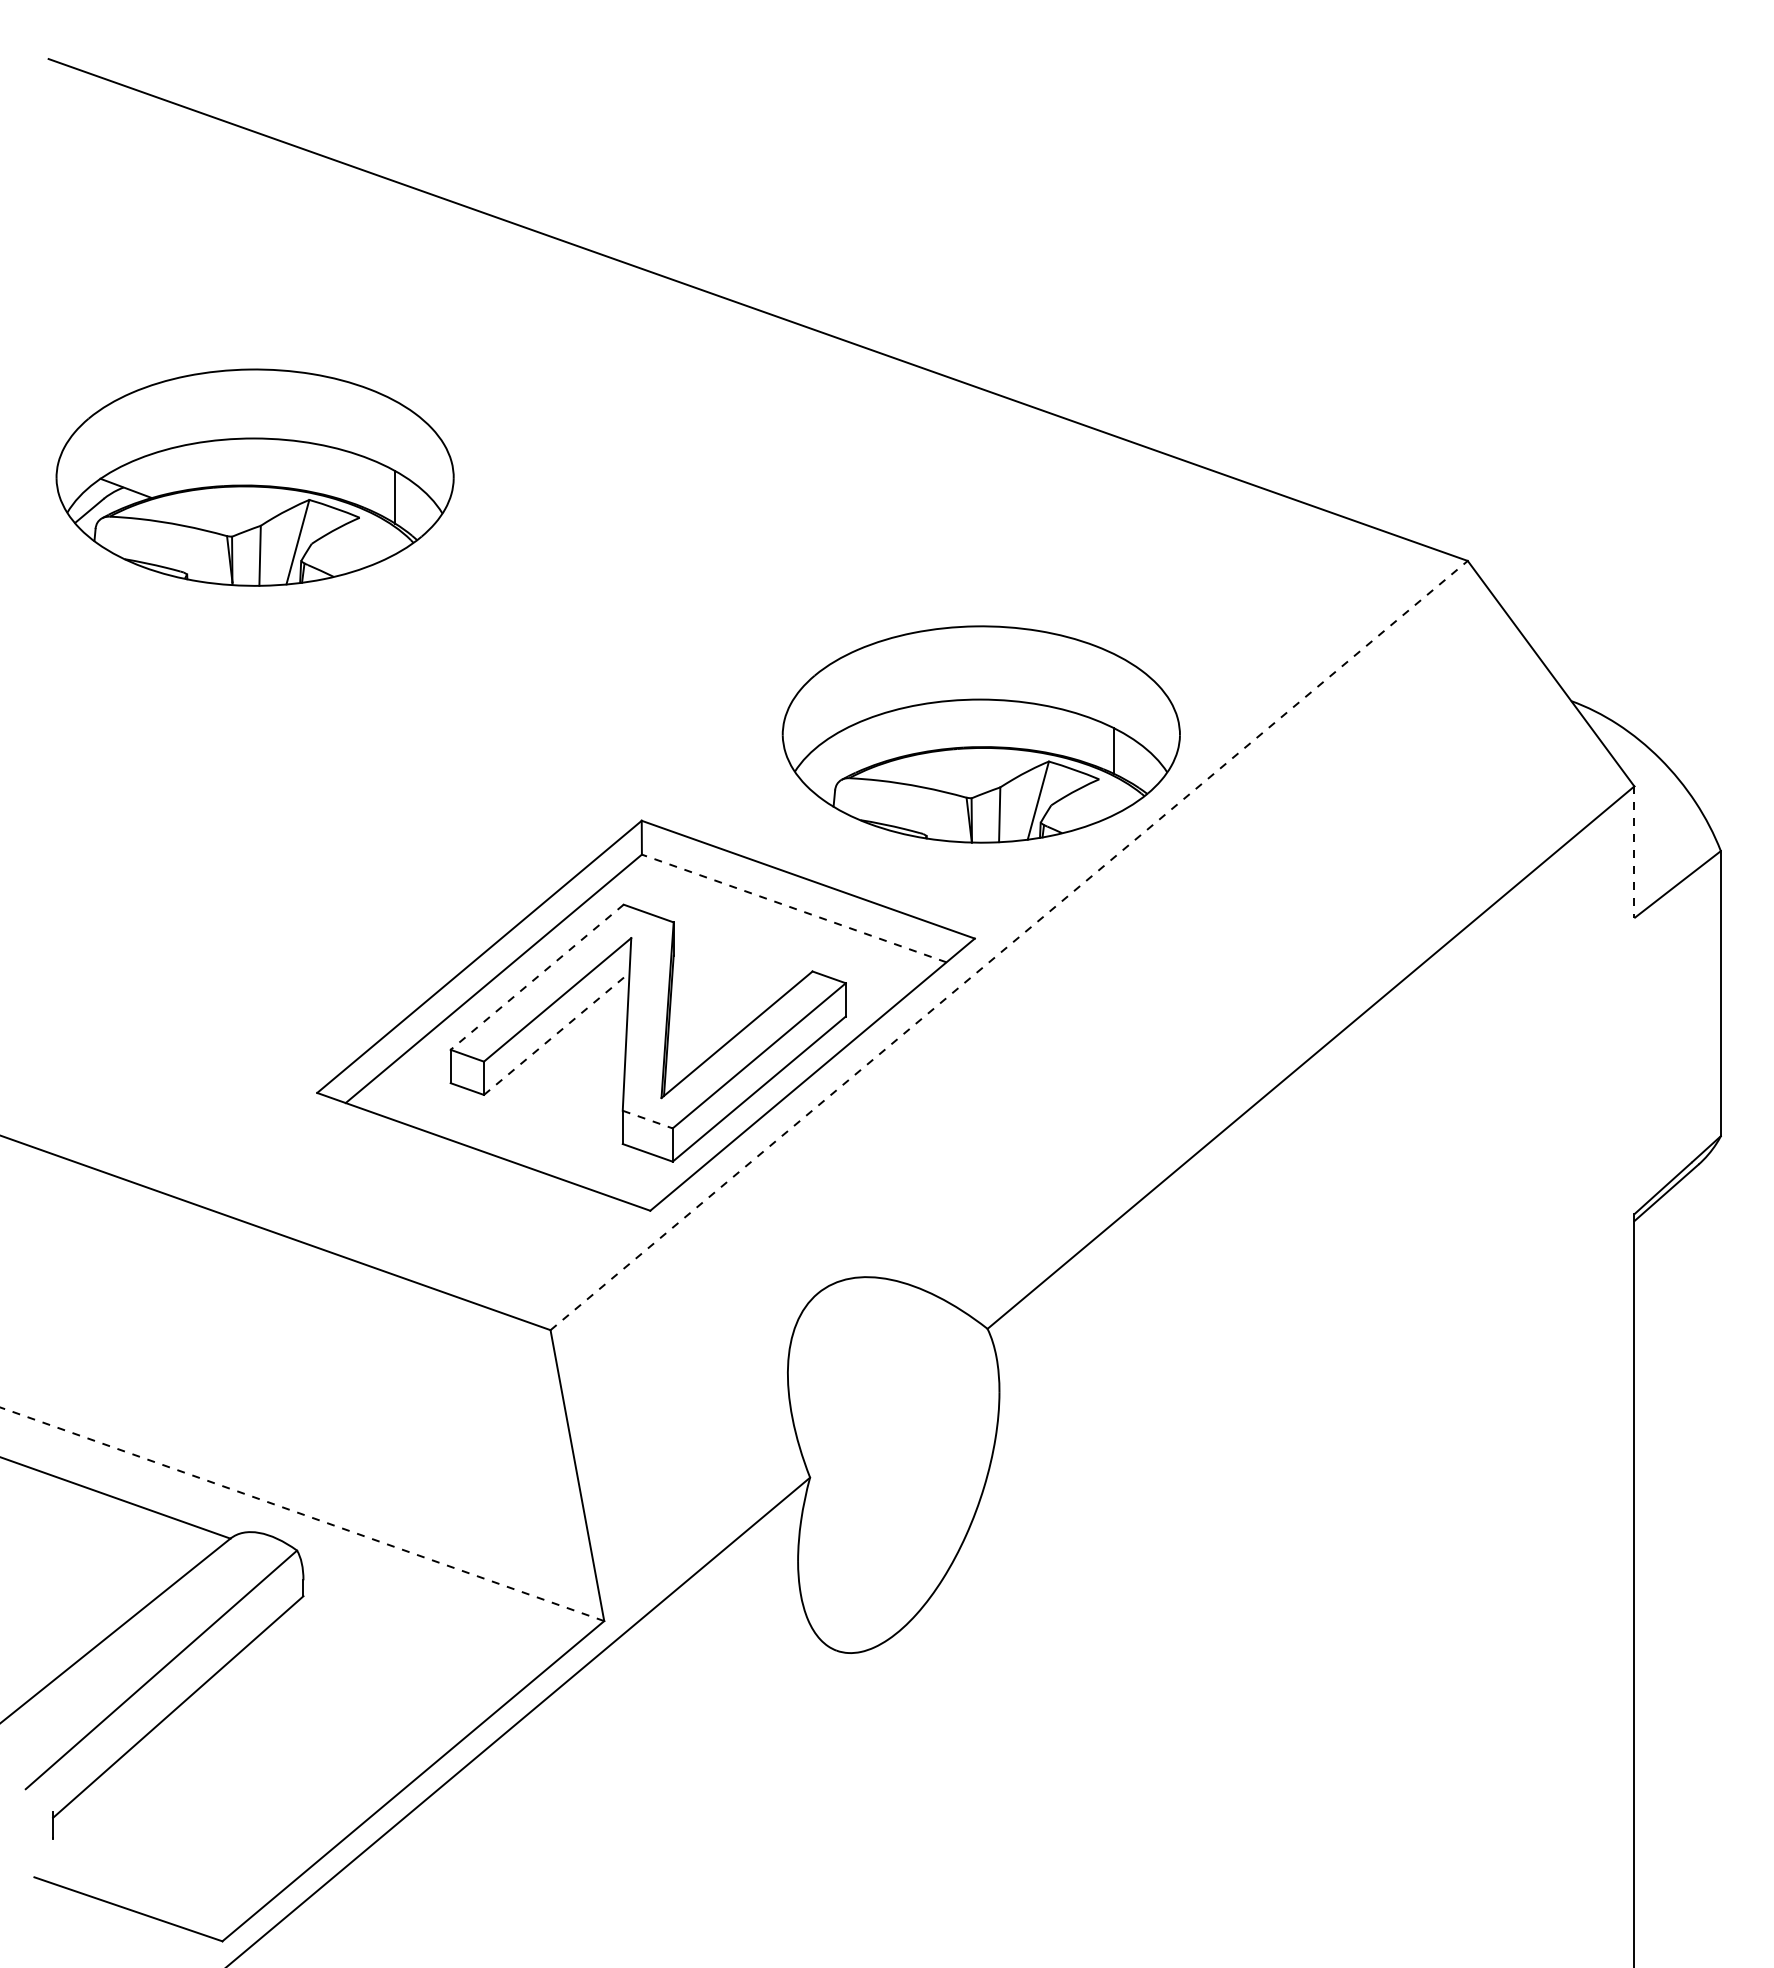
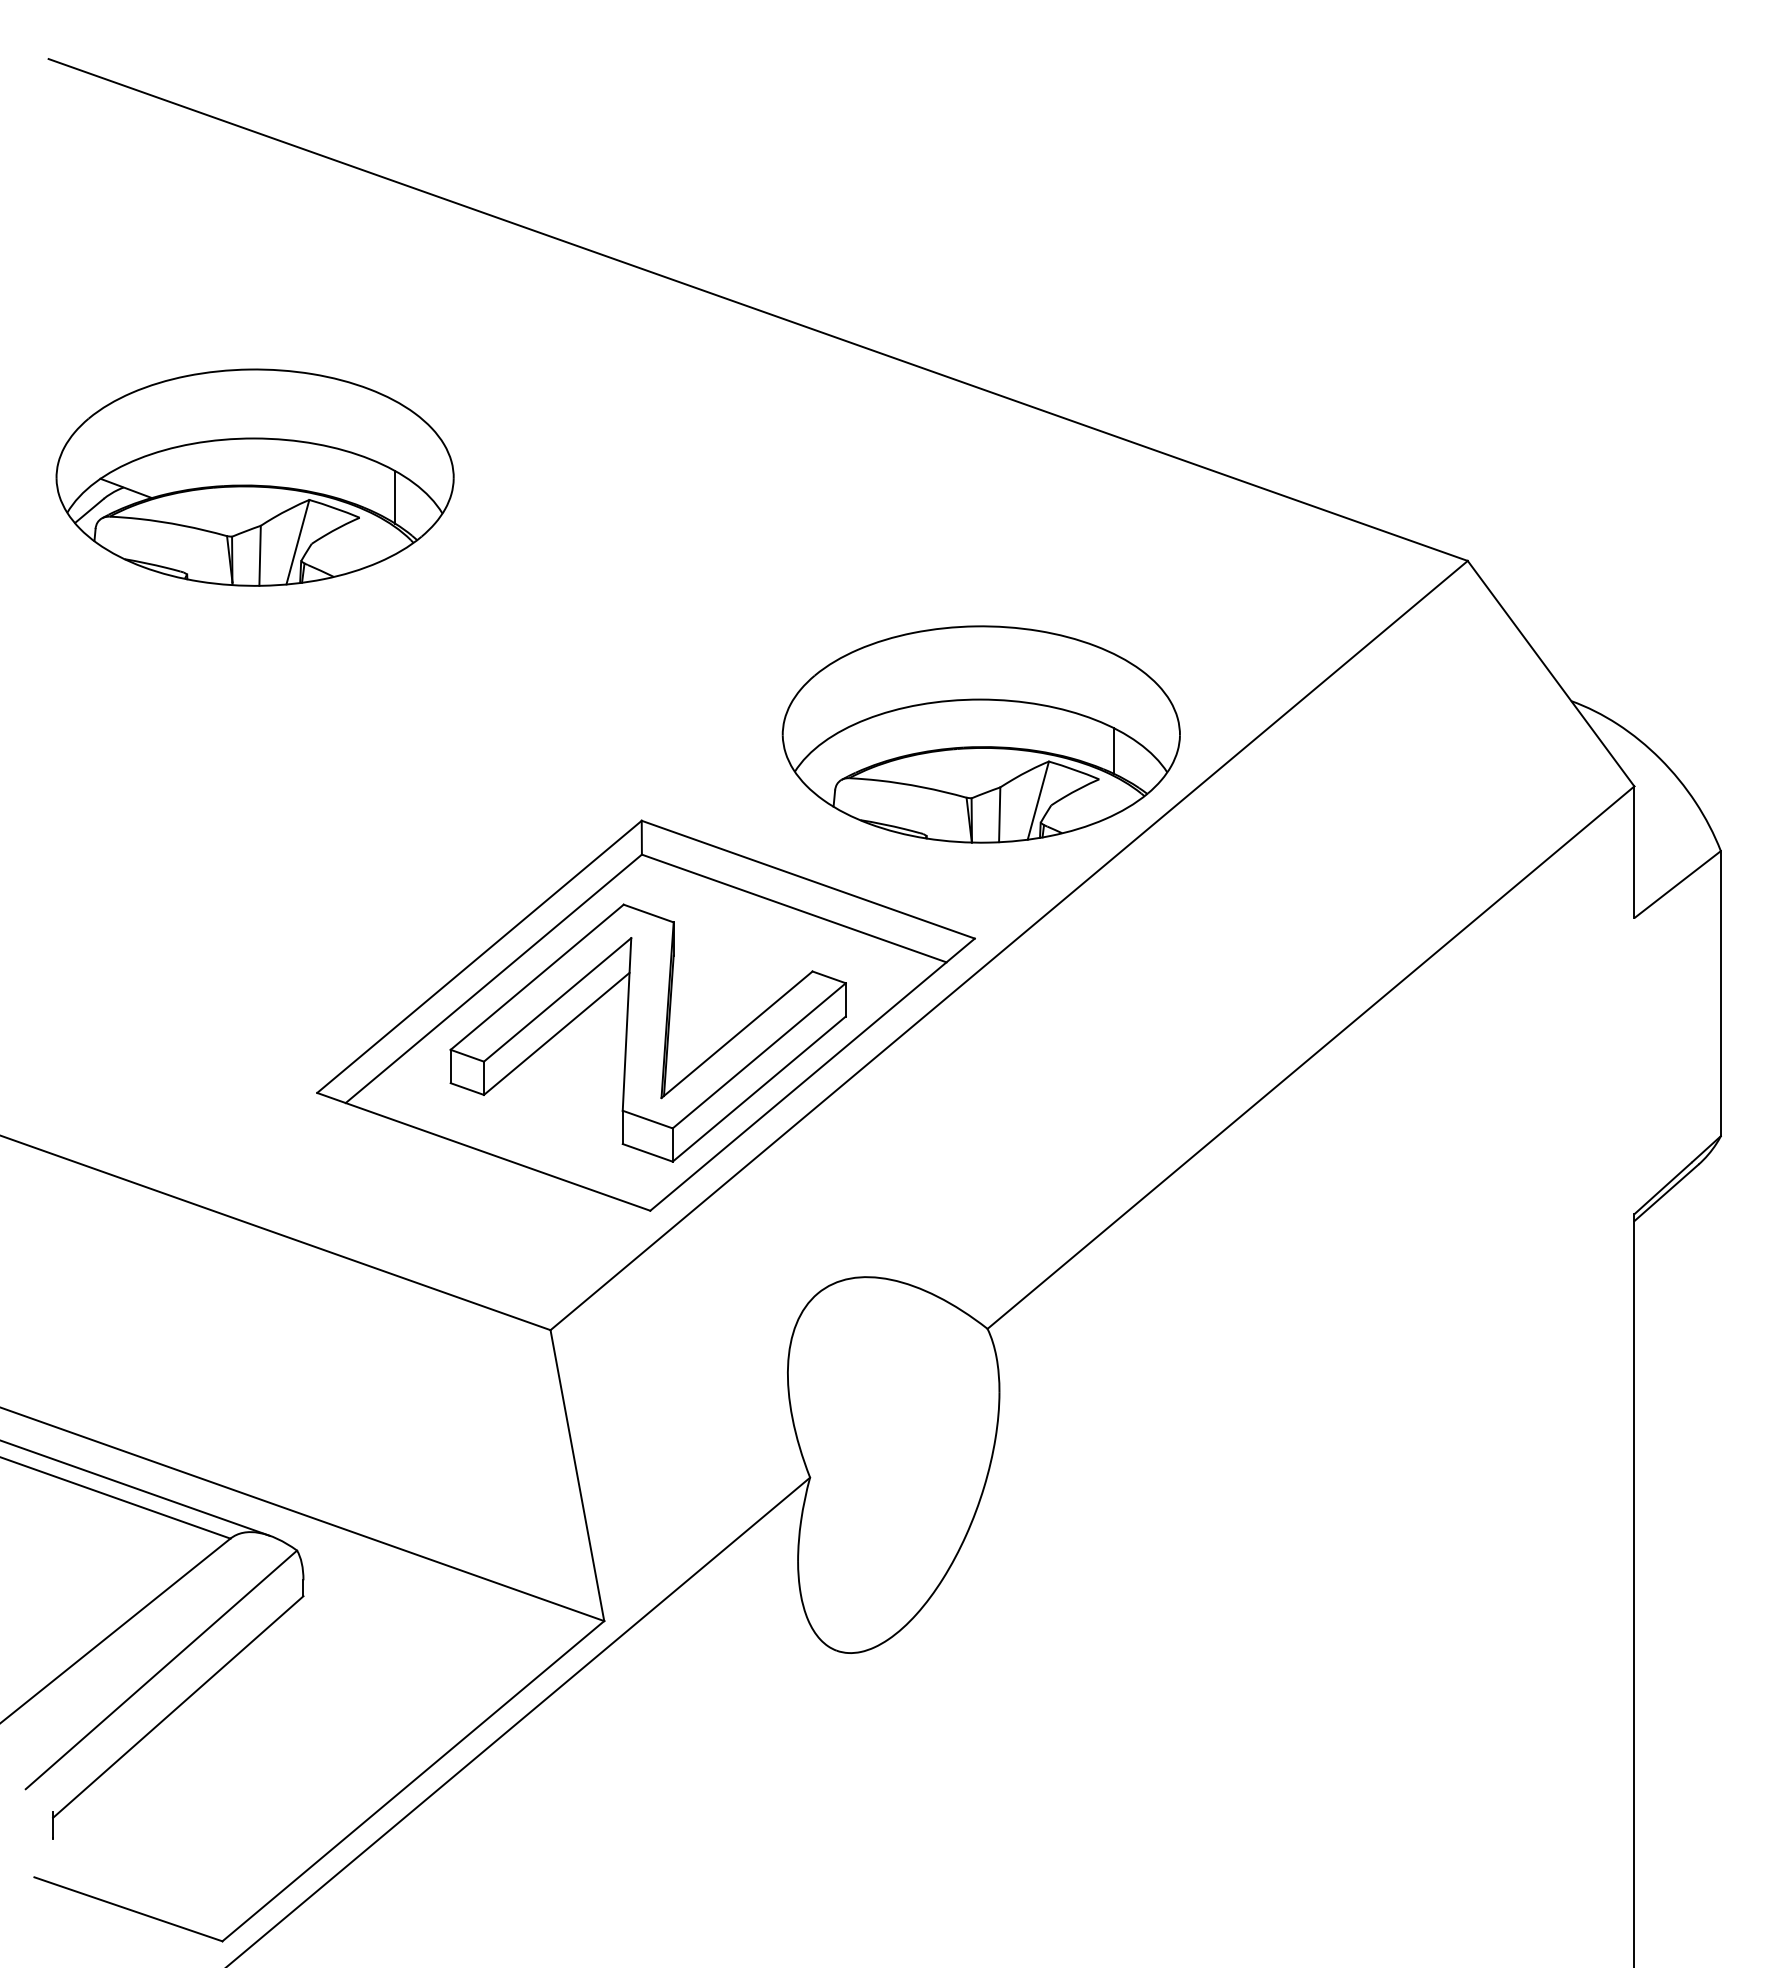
line at (1634, 852): dashed -> solid
line at (794, 908): dashed -> solid
line at (1009, 945): dashed -> solid
line at (537, 977): dashed -> solid
line at (557, 1033): dashed -> solid
line at (648, 1119): dashed -> solid
line at (135, 1488): none -> present
line at (302, 1514): dashed -> solid
